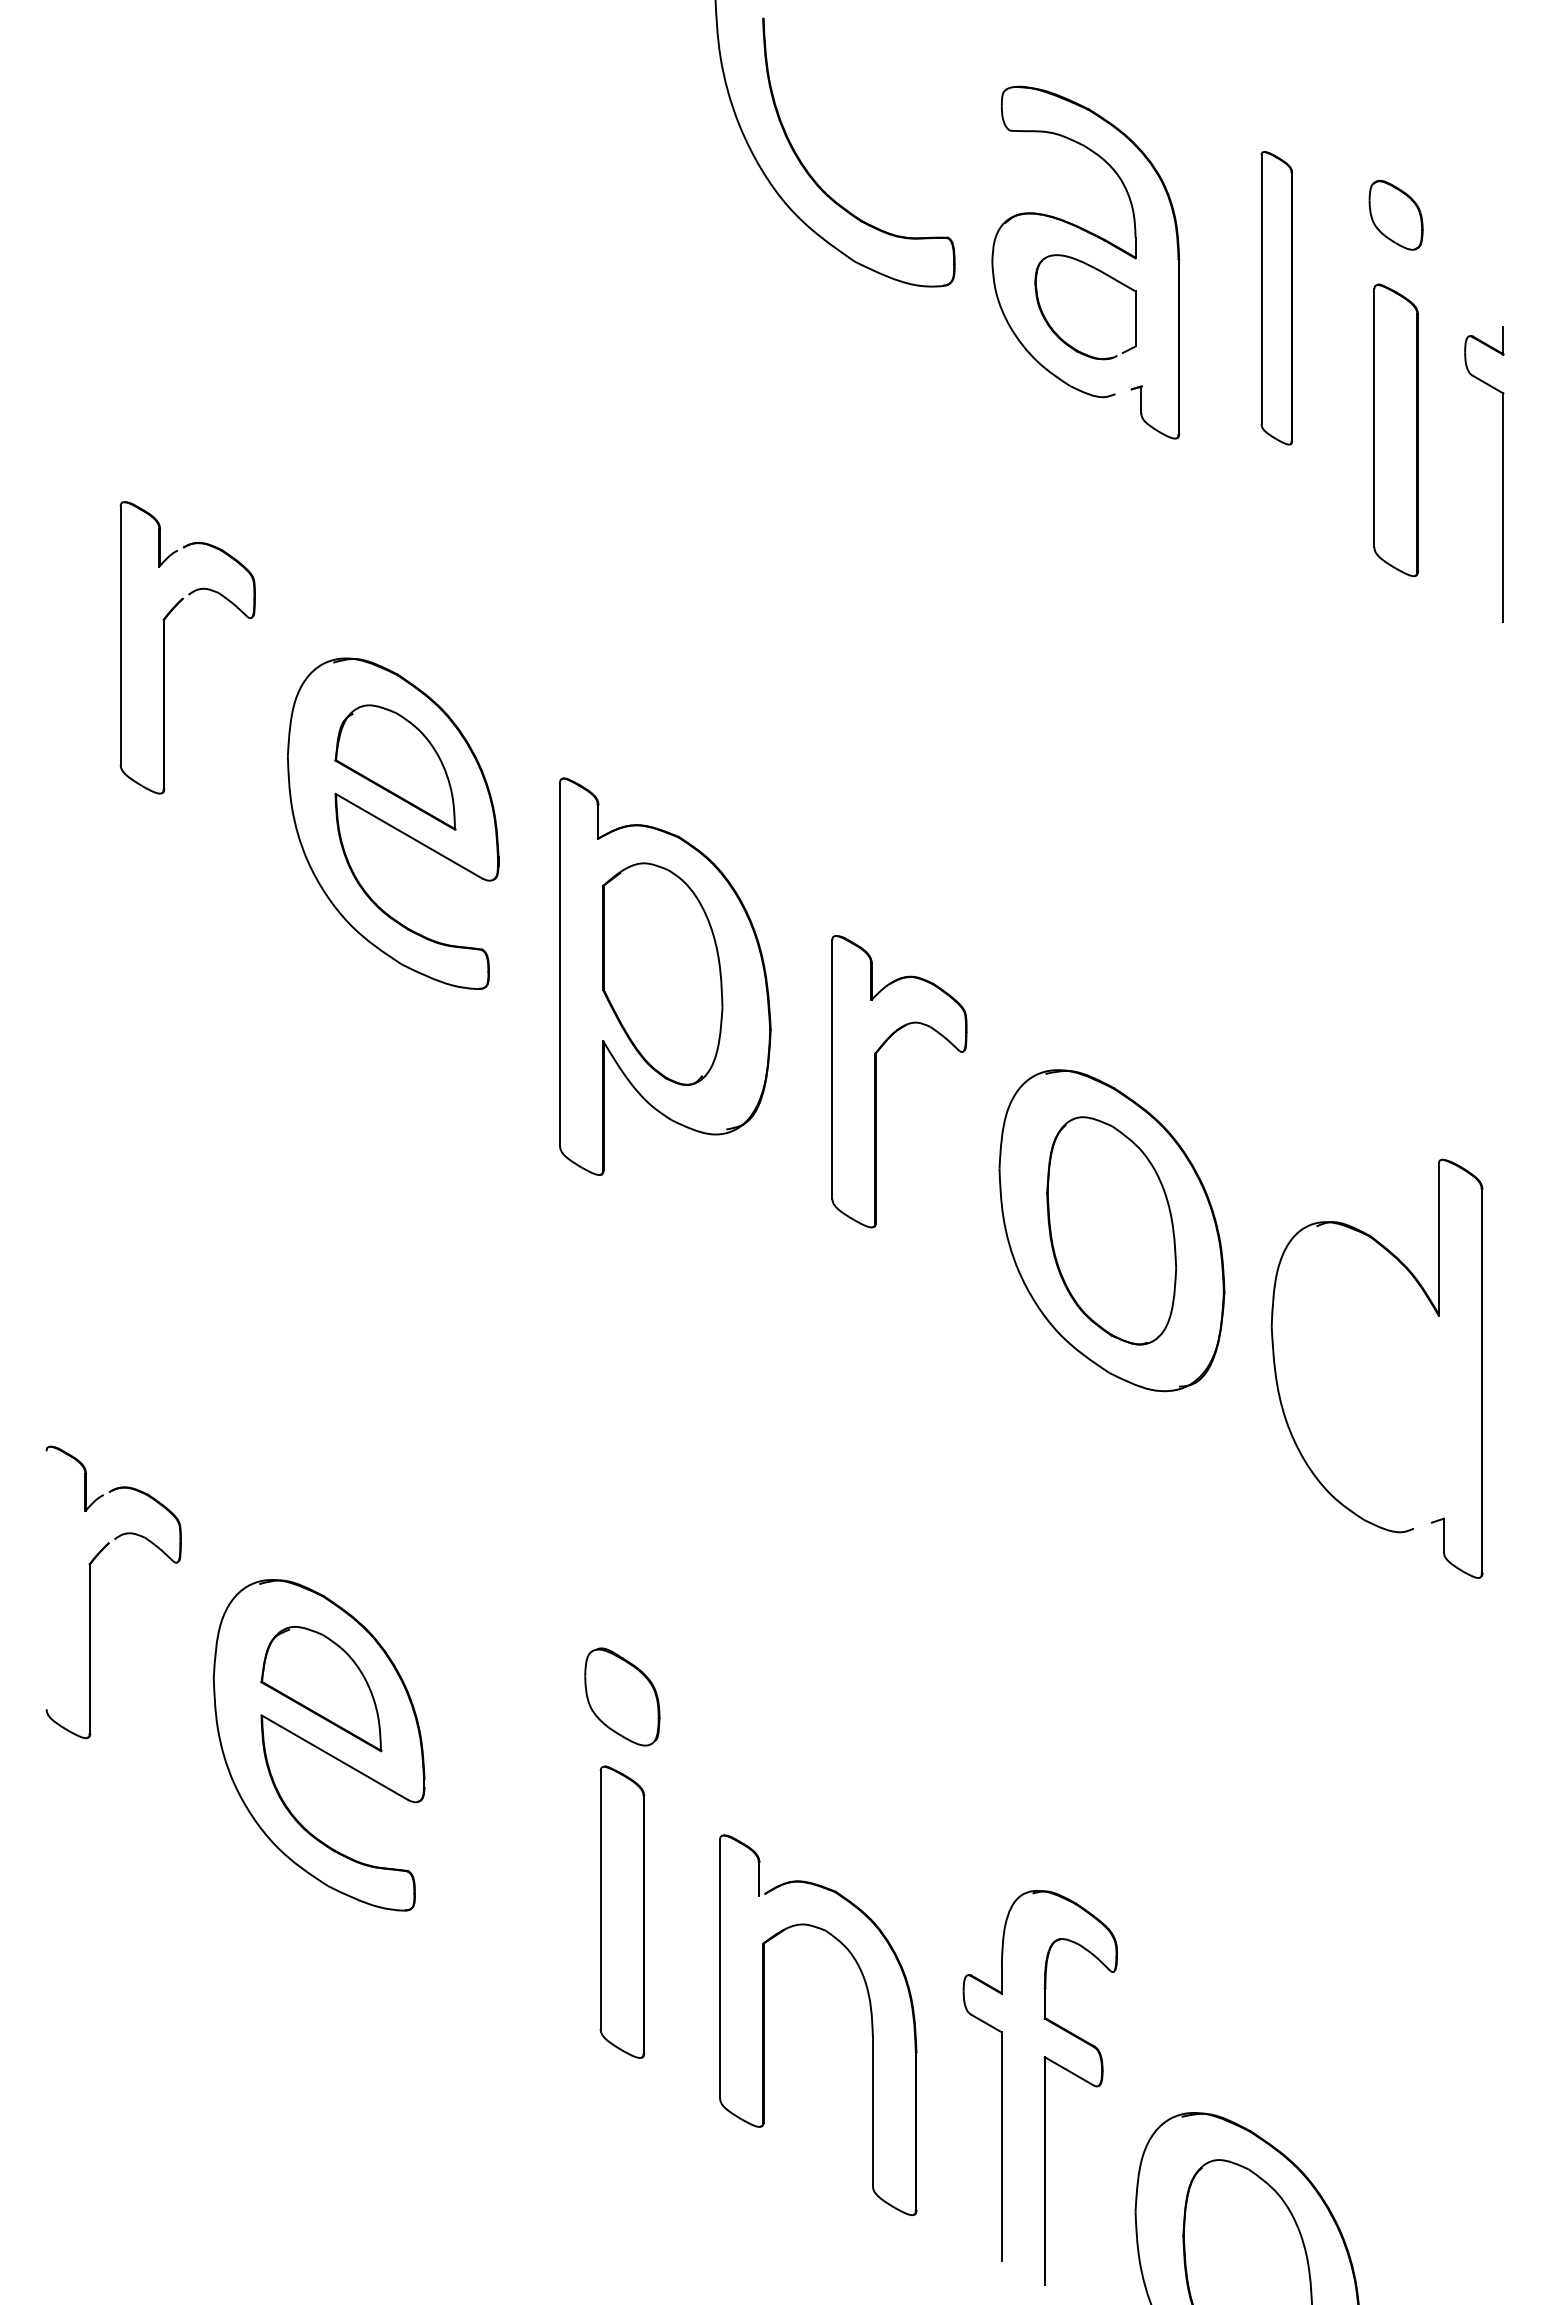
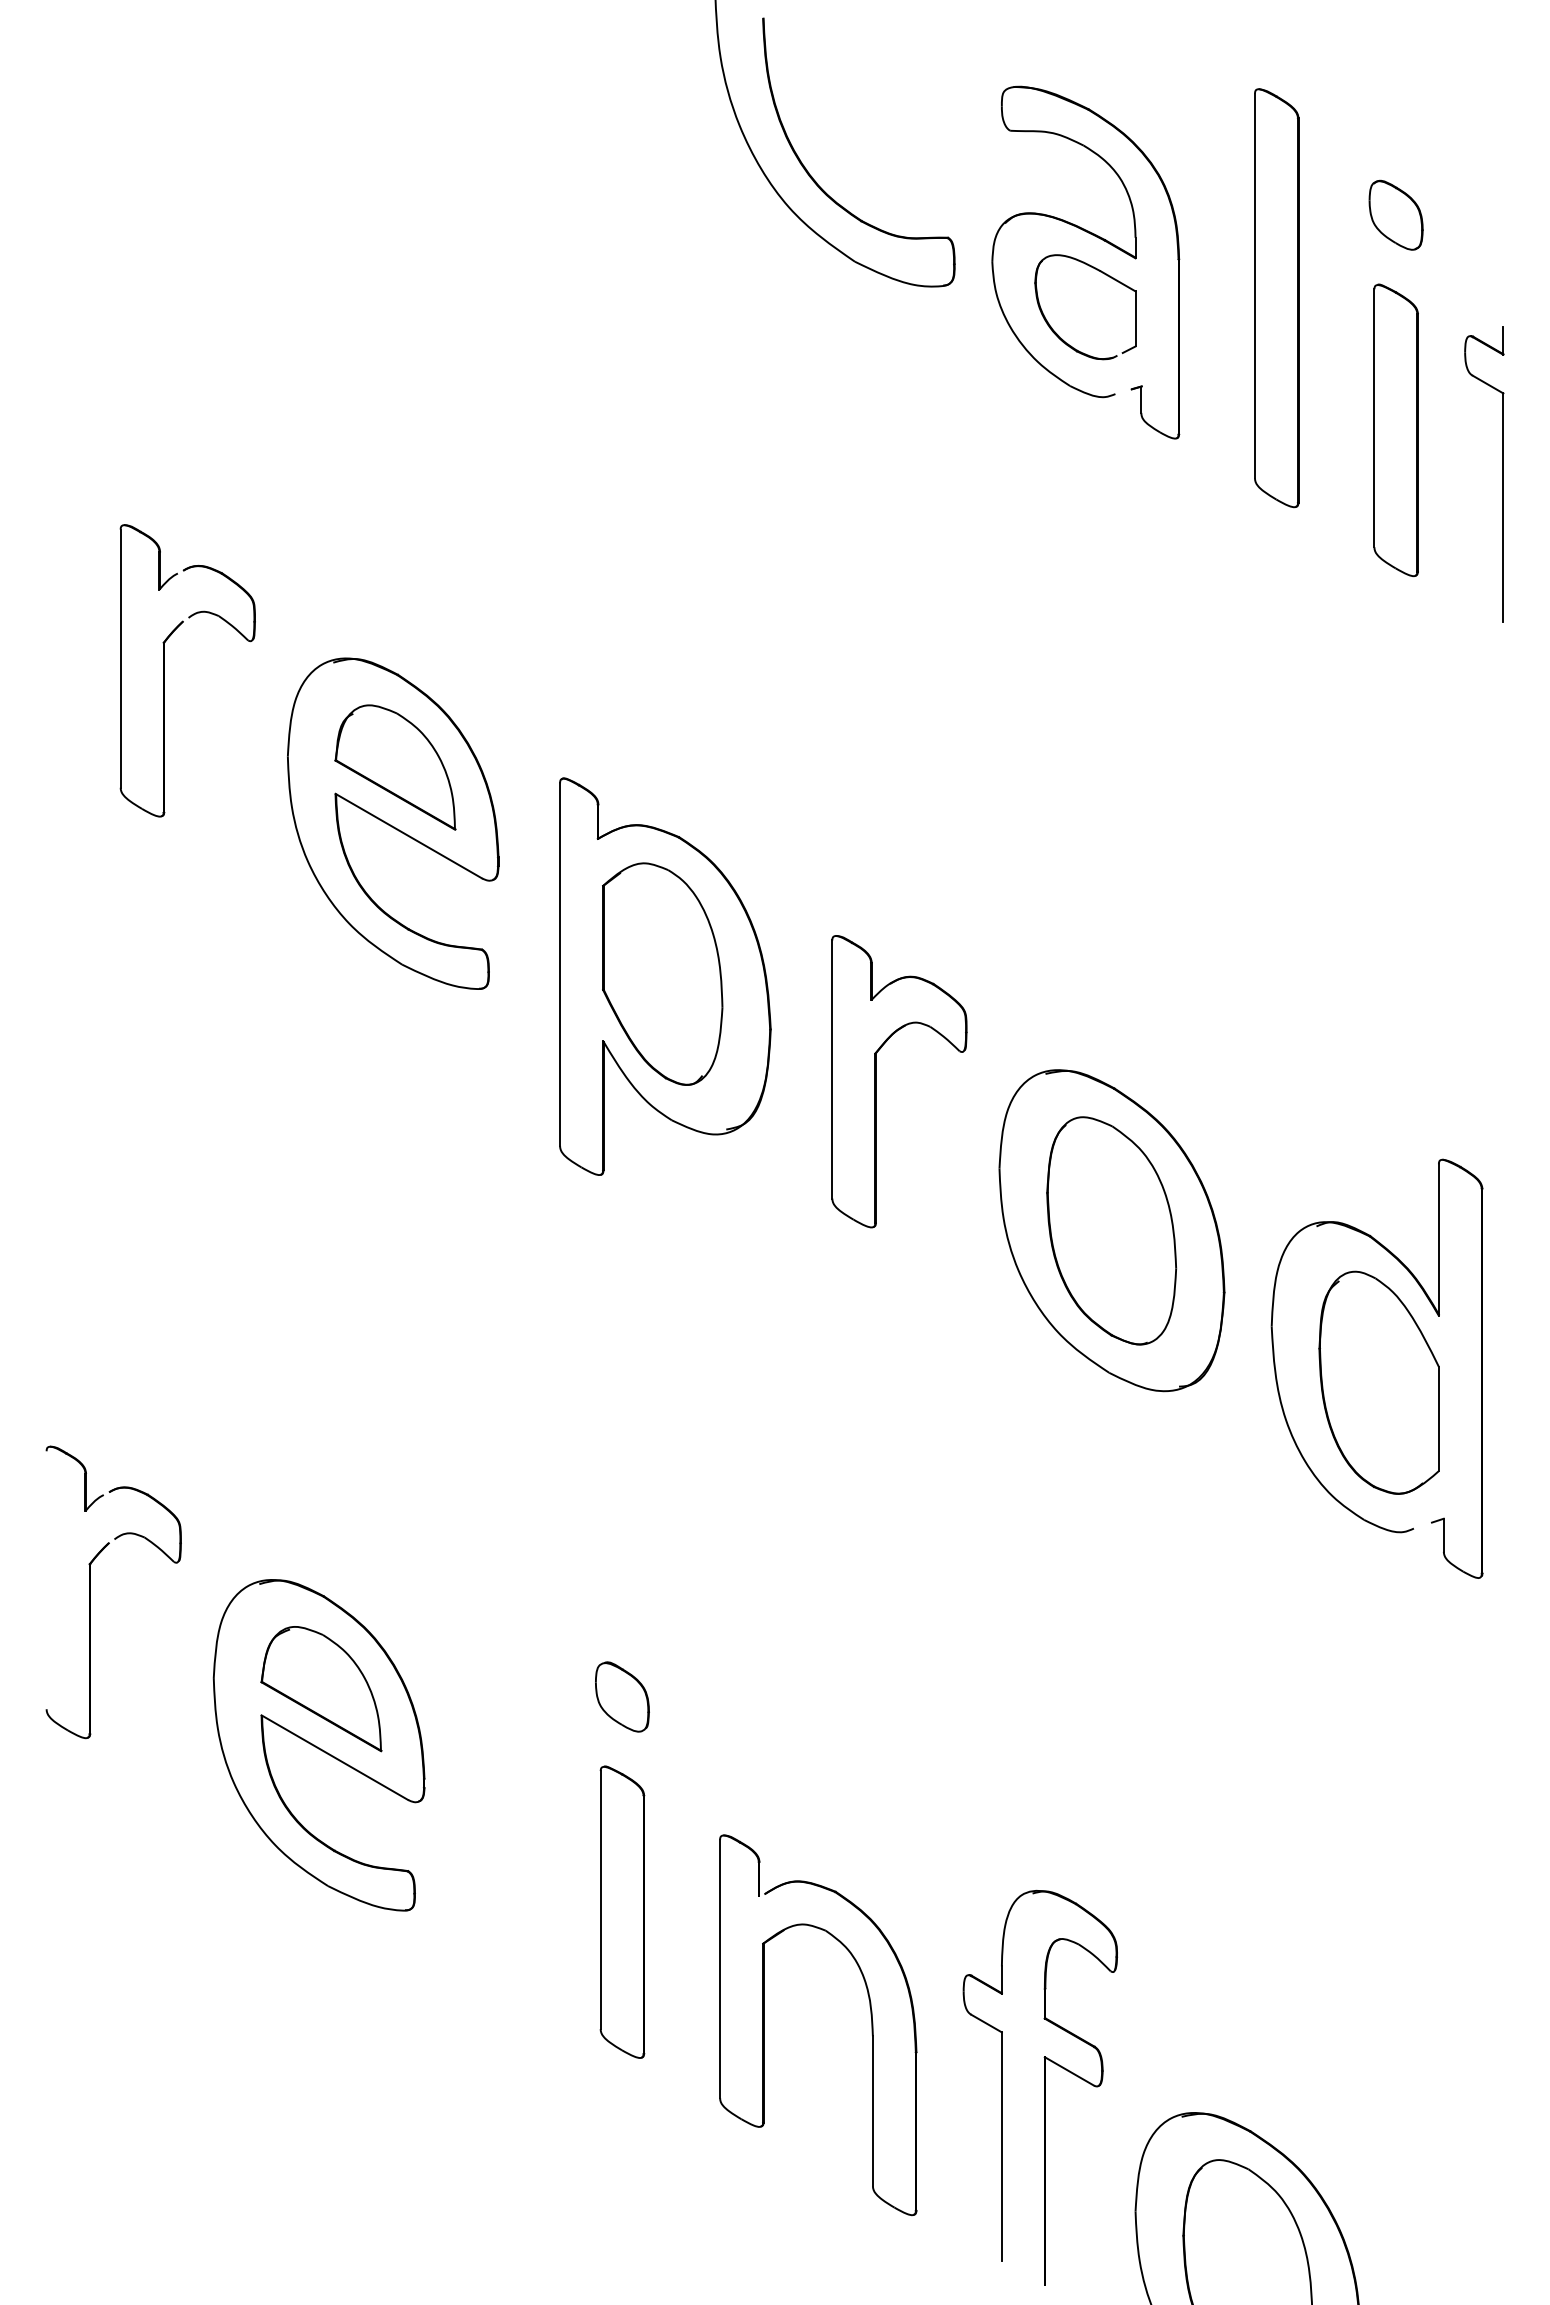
part at (1276, 298) size: 34x295 px -> 46x421 px
part at (164, 647) position: (164, 647) -> (164, 670)
part at (1378, 1382): none -> present
part at (622, 1696) size: 77x100 px -> 55x72 px
